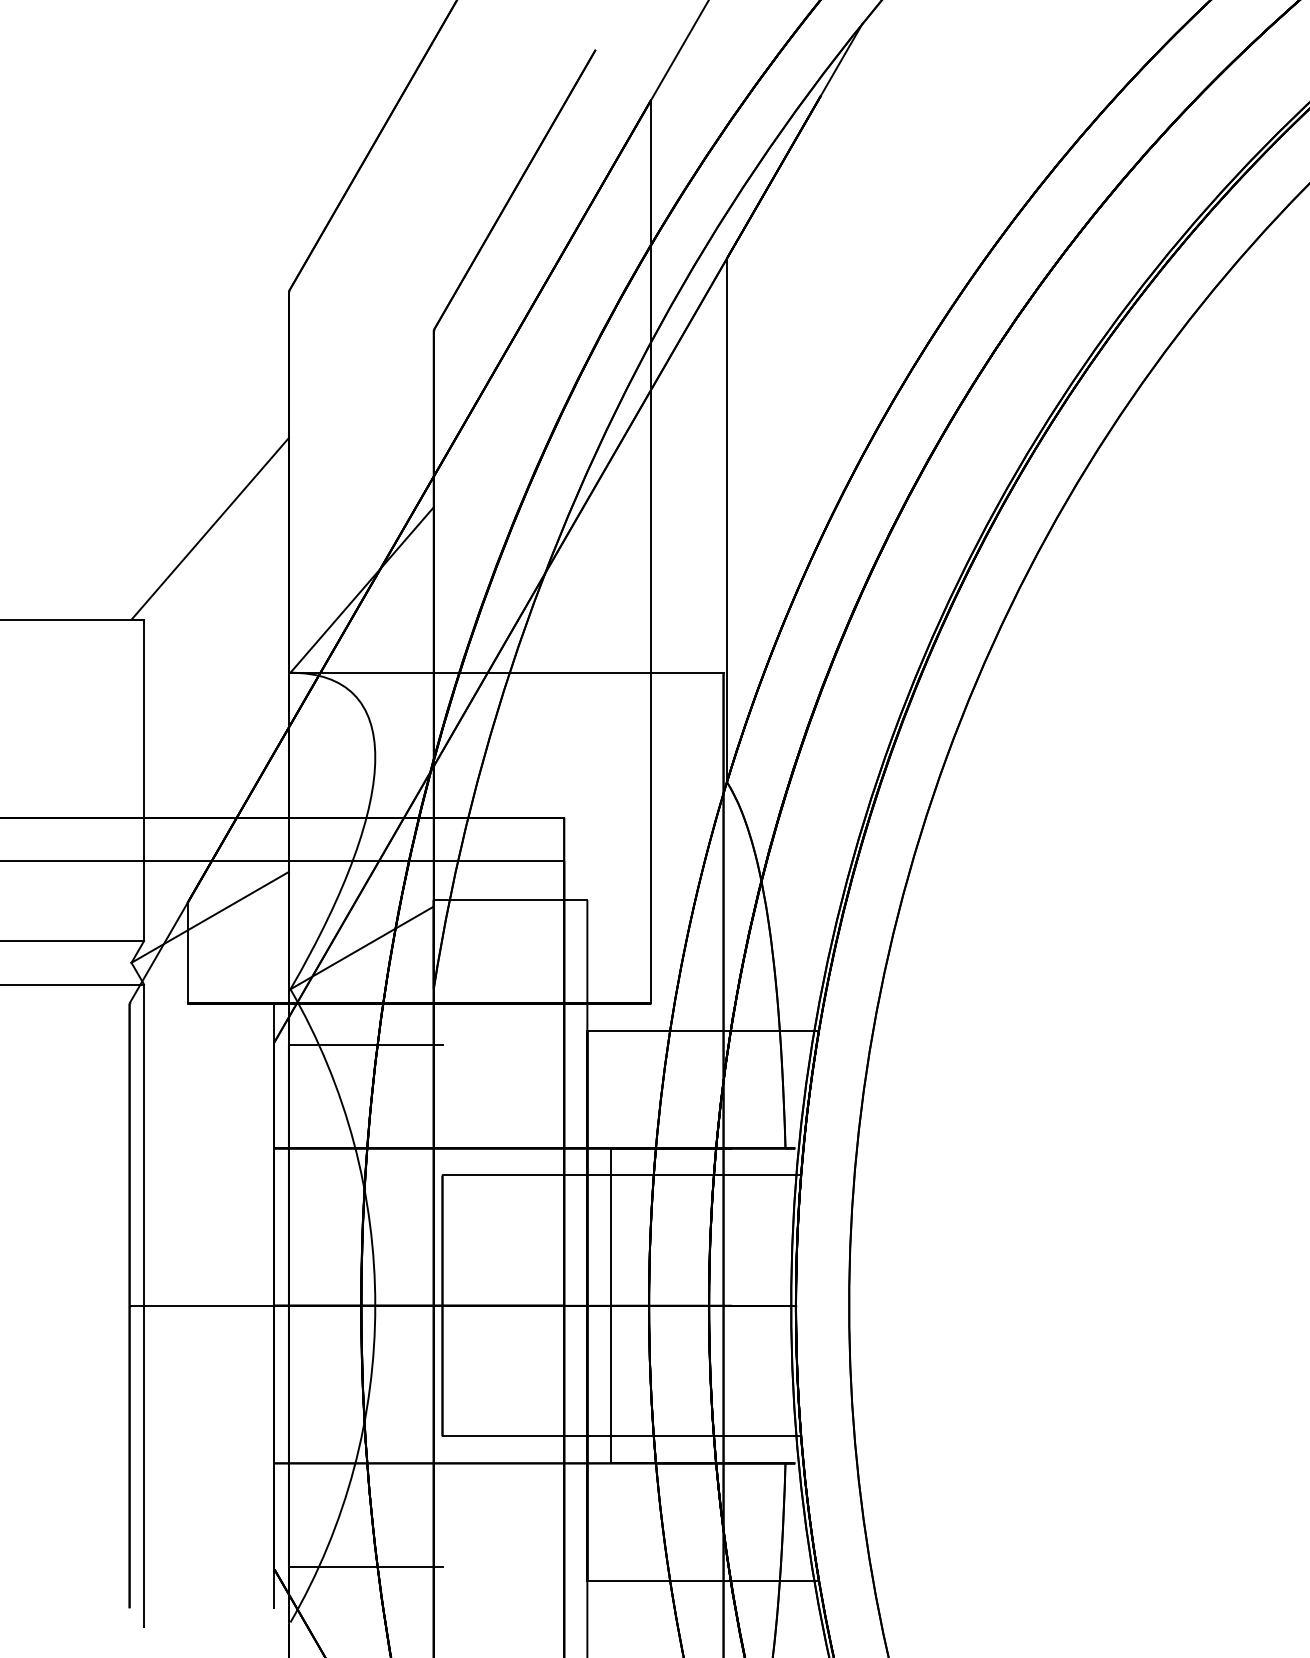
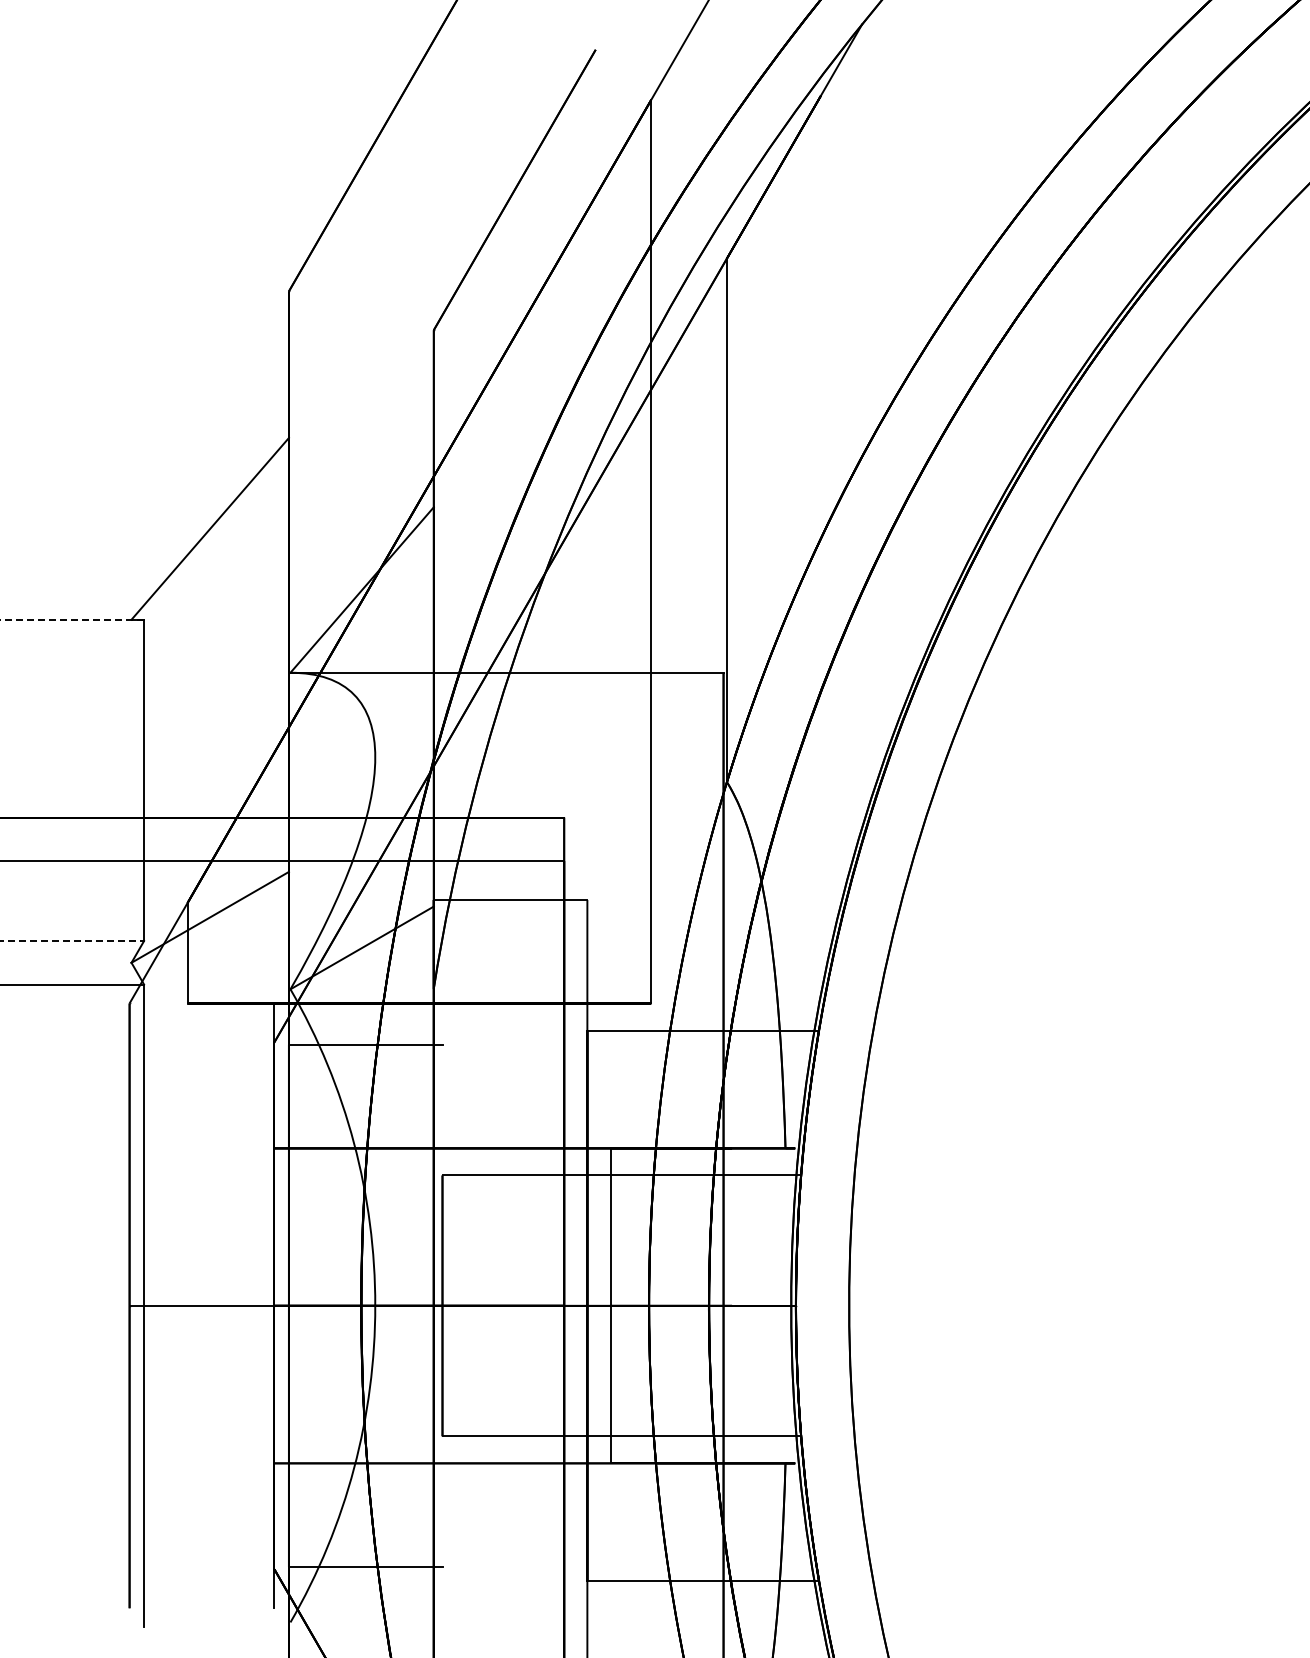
line at (72, 619): solid -> dashed
line at (72, 941): solid -> dashed
